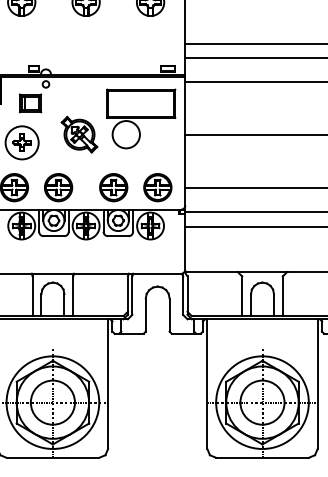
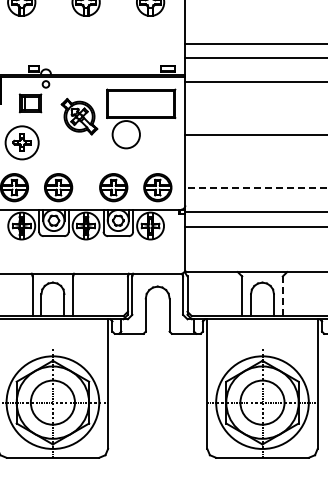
part at (79, 134) position: (79, 134) -> (79, 116)
line at (256, 188): solid -> dashed
line at (282, 296): solid -> dashed
